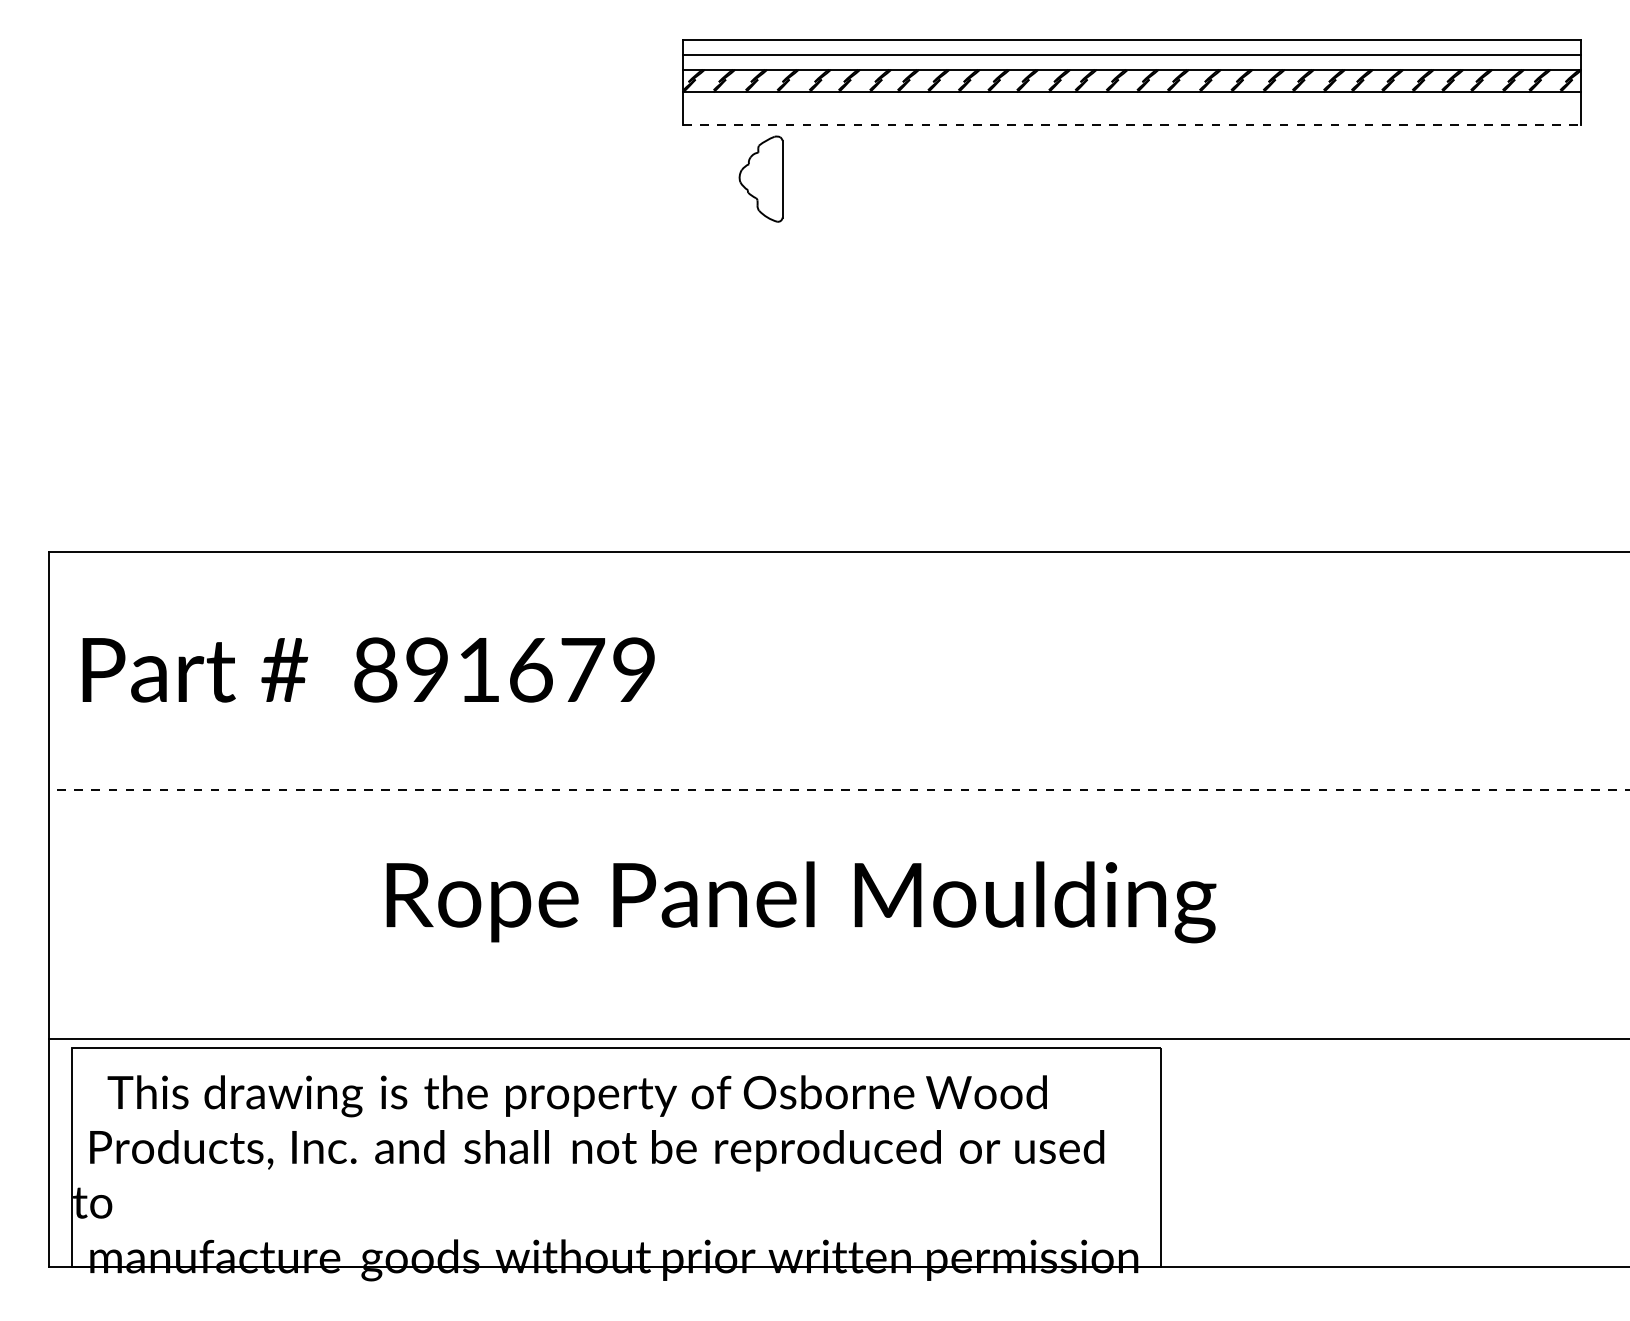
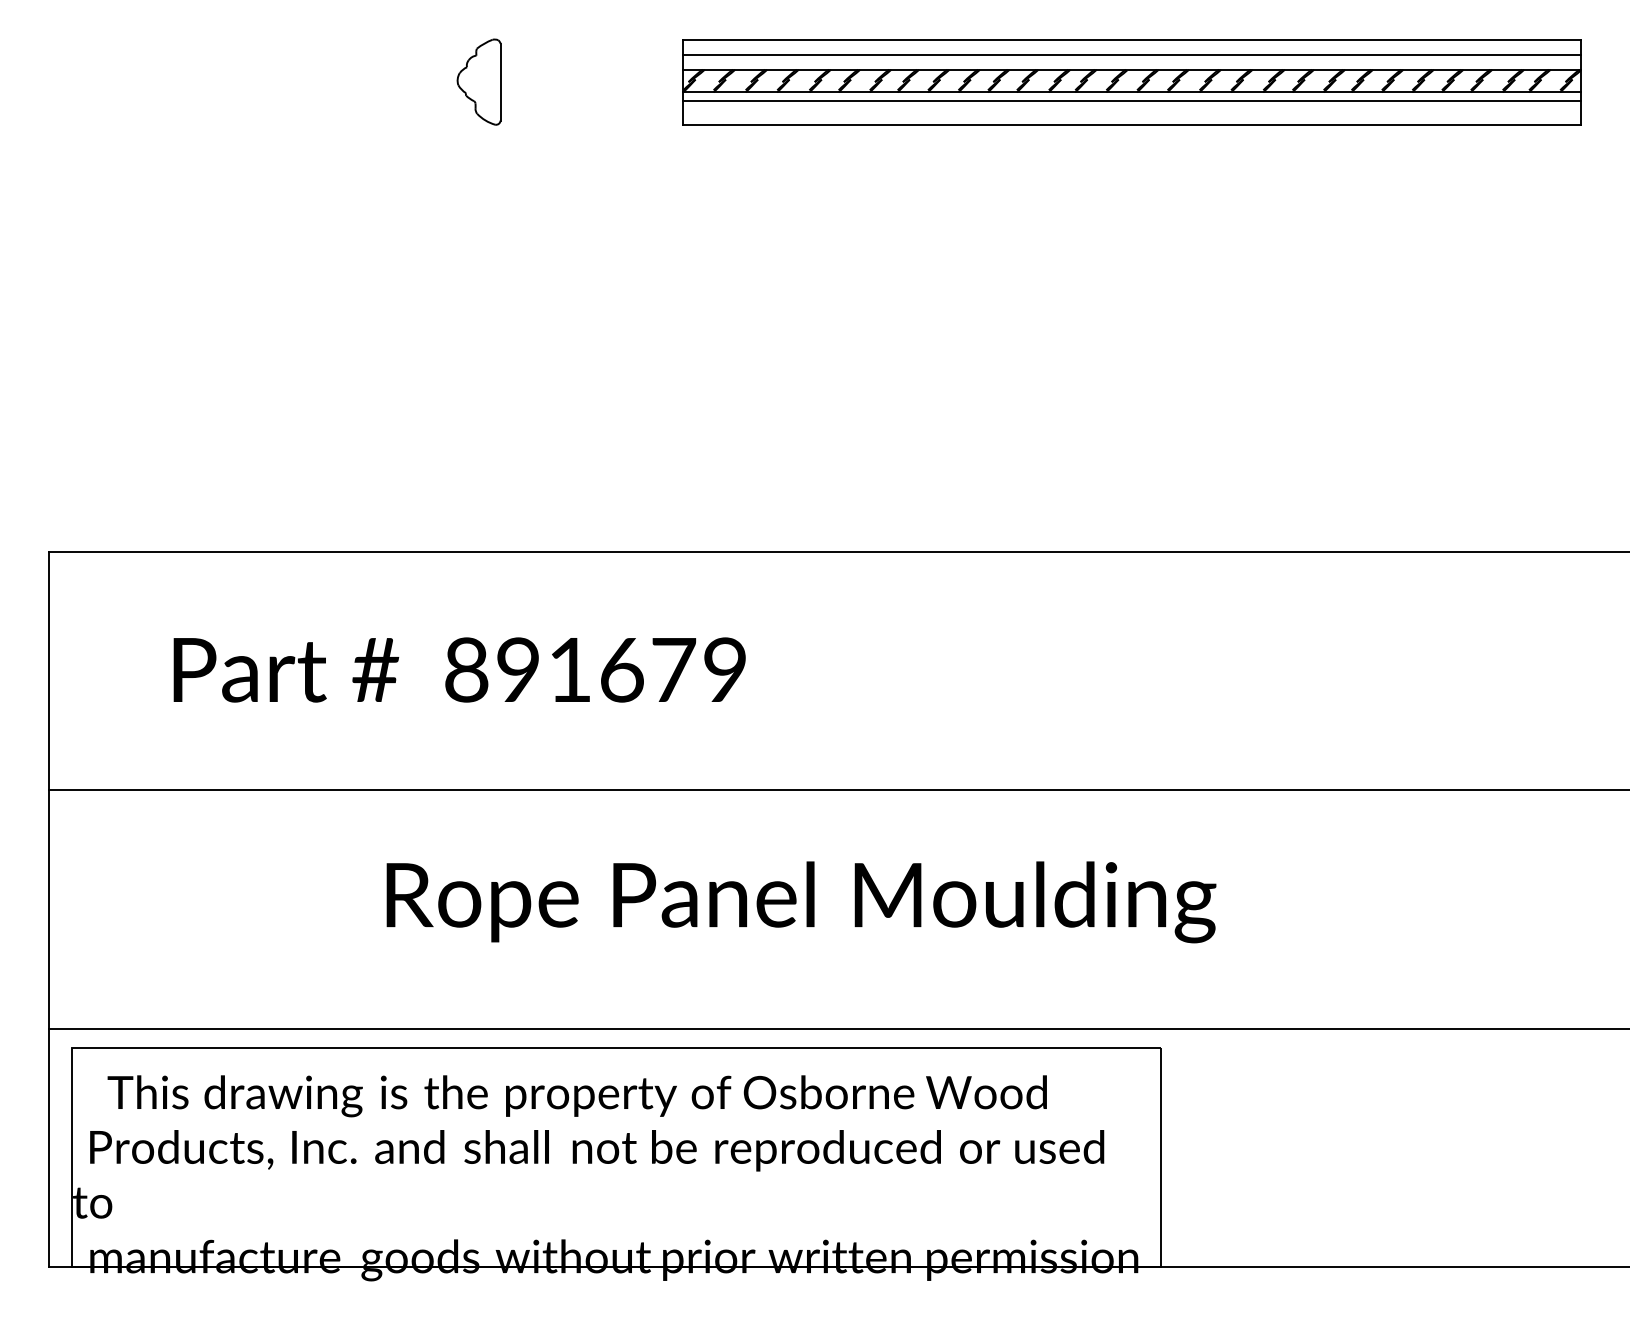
line at (1132, 100): none -> present
line at (1132, 124): dashed -> solid
part at (760, 178) position: (760, 178) -> (478, 81)
text at (368, 669) position: (368, 669) -> (459, 669)
line at (838, 790): dashed -> solid
line at (837, 1038) position: (837, 1038) -> (837, 1028)
